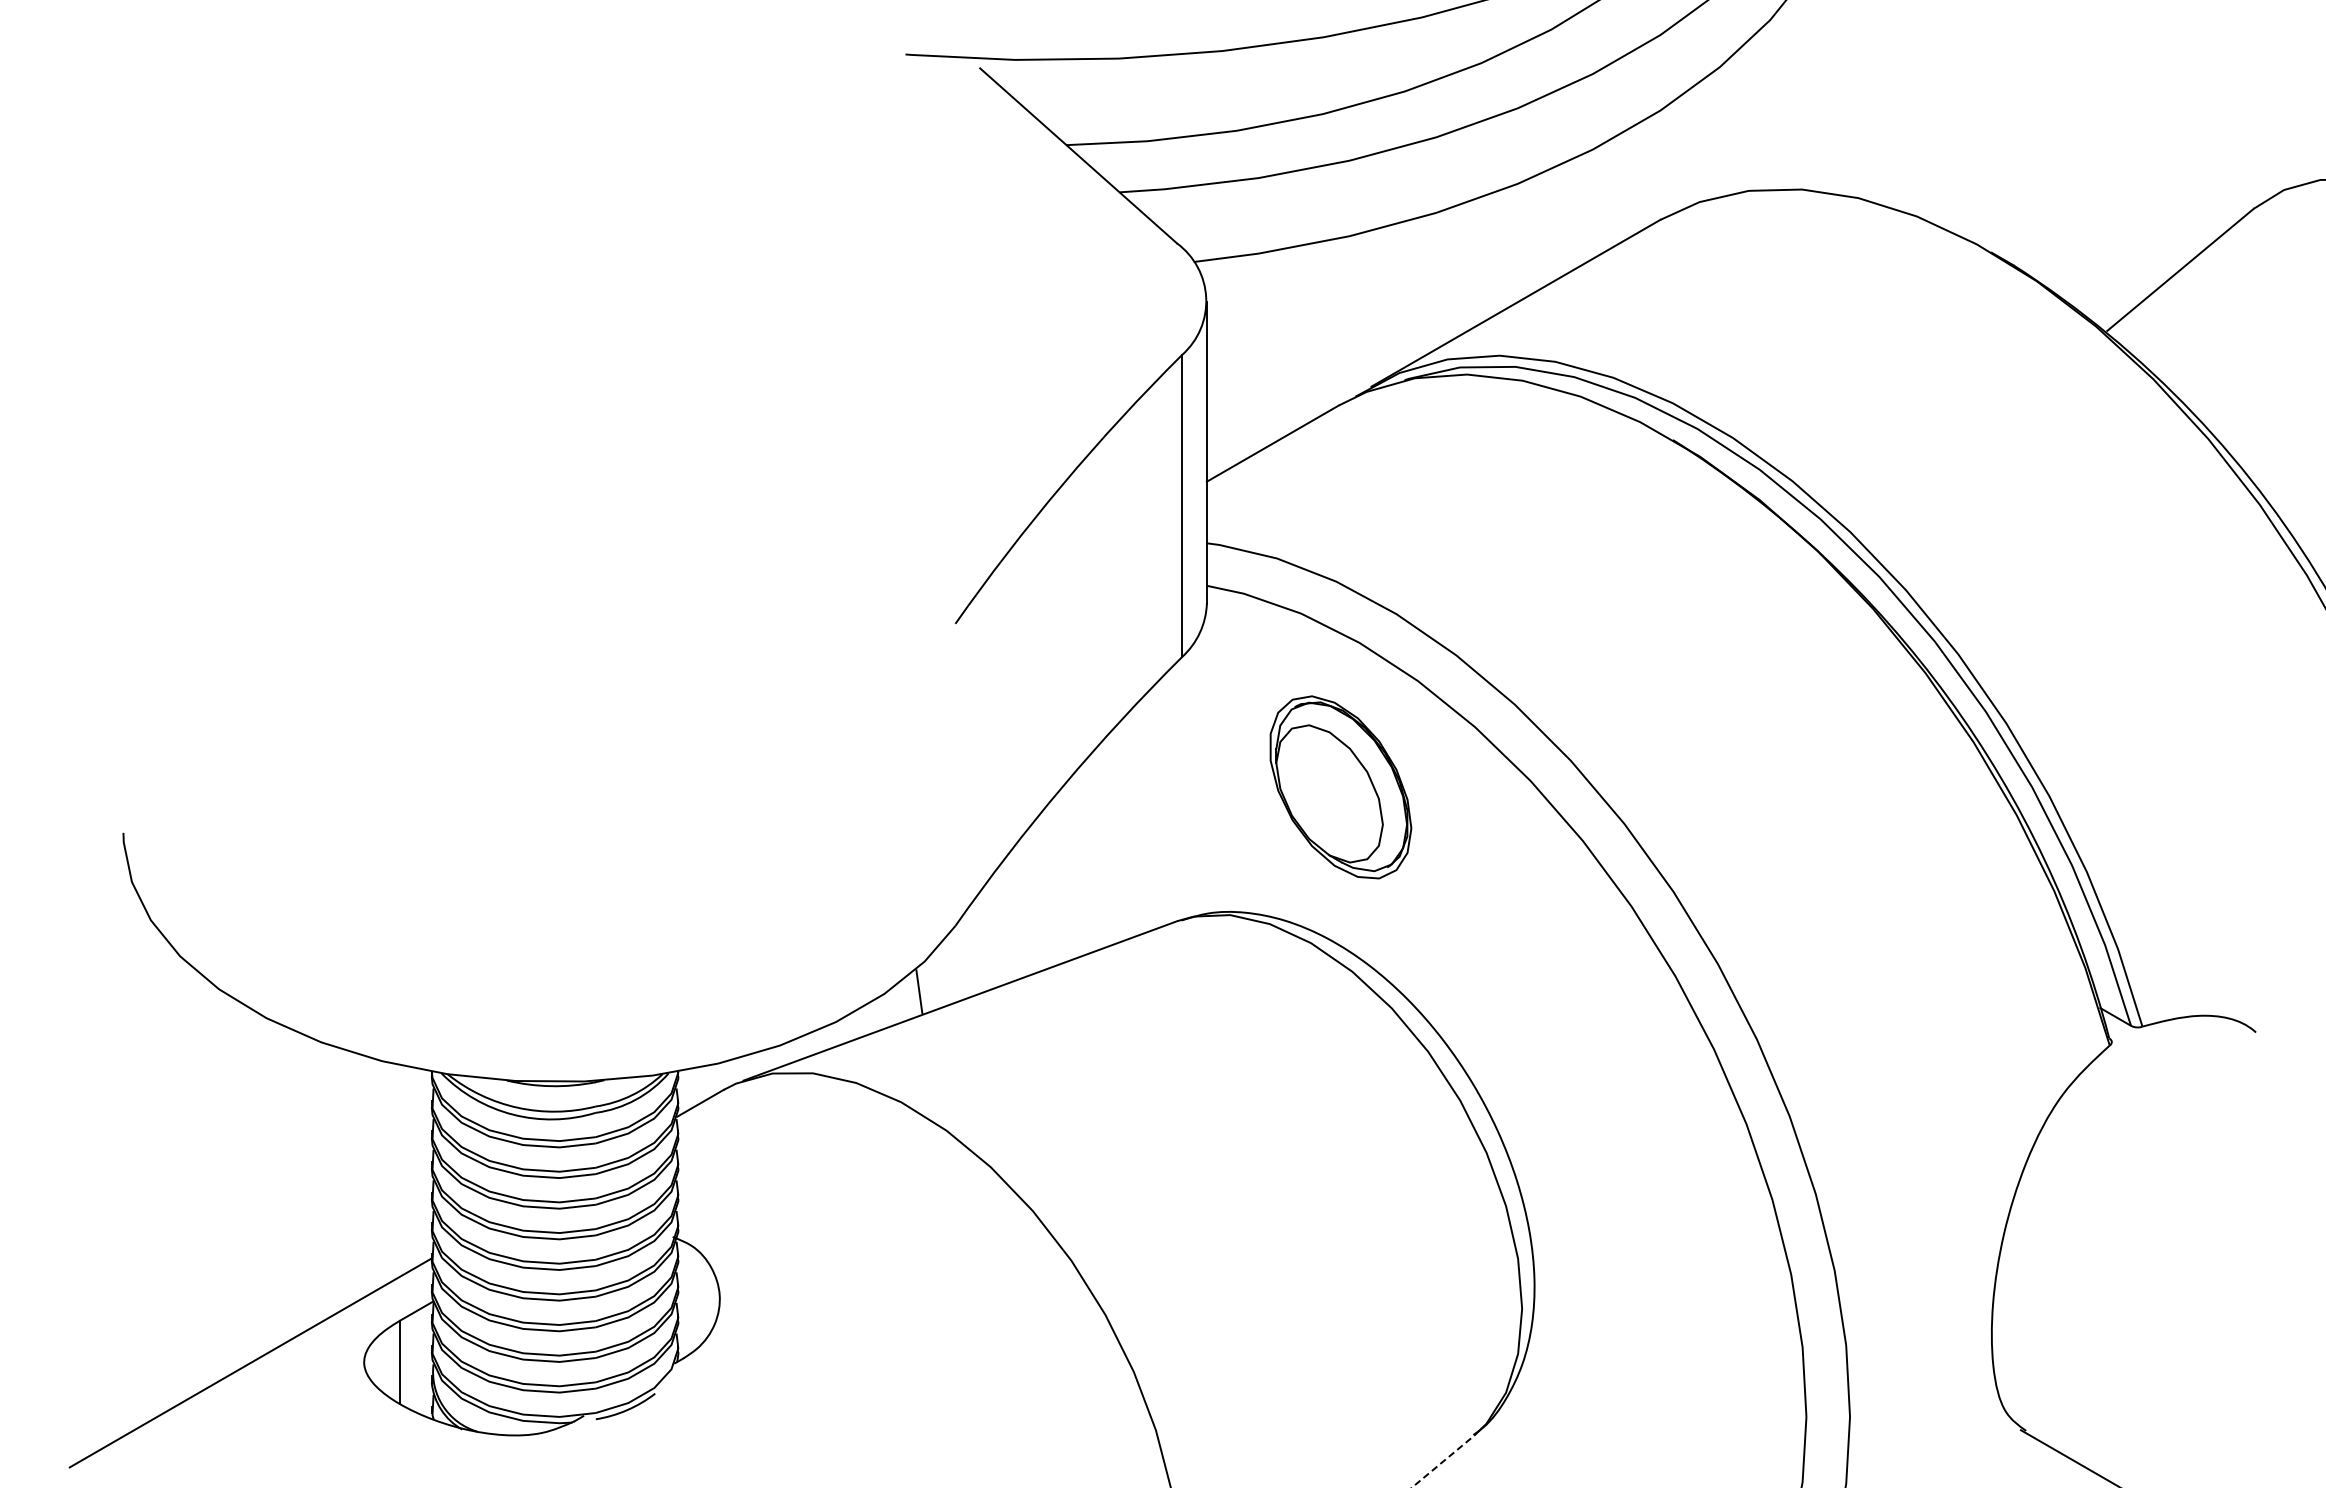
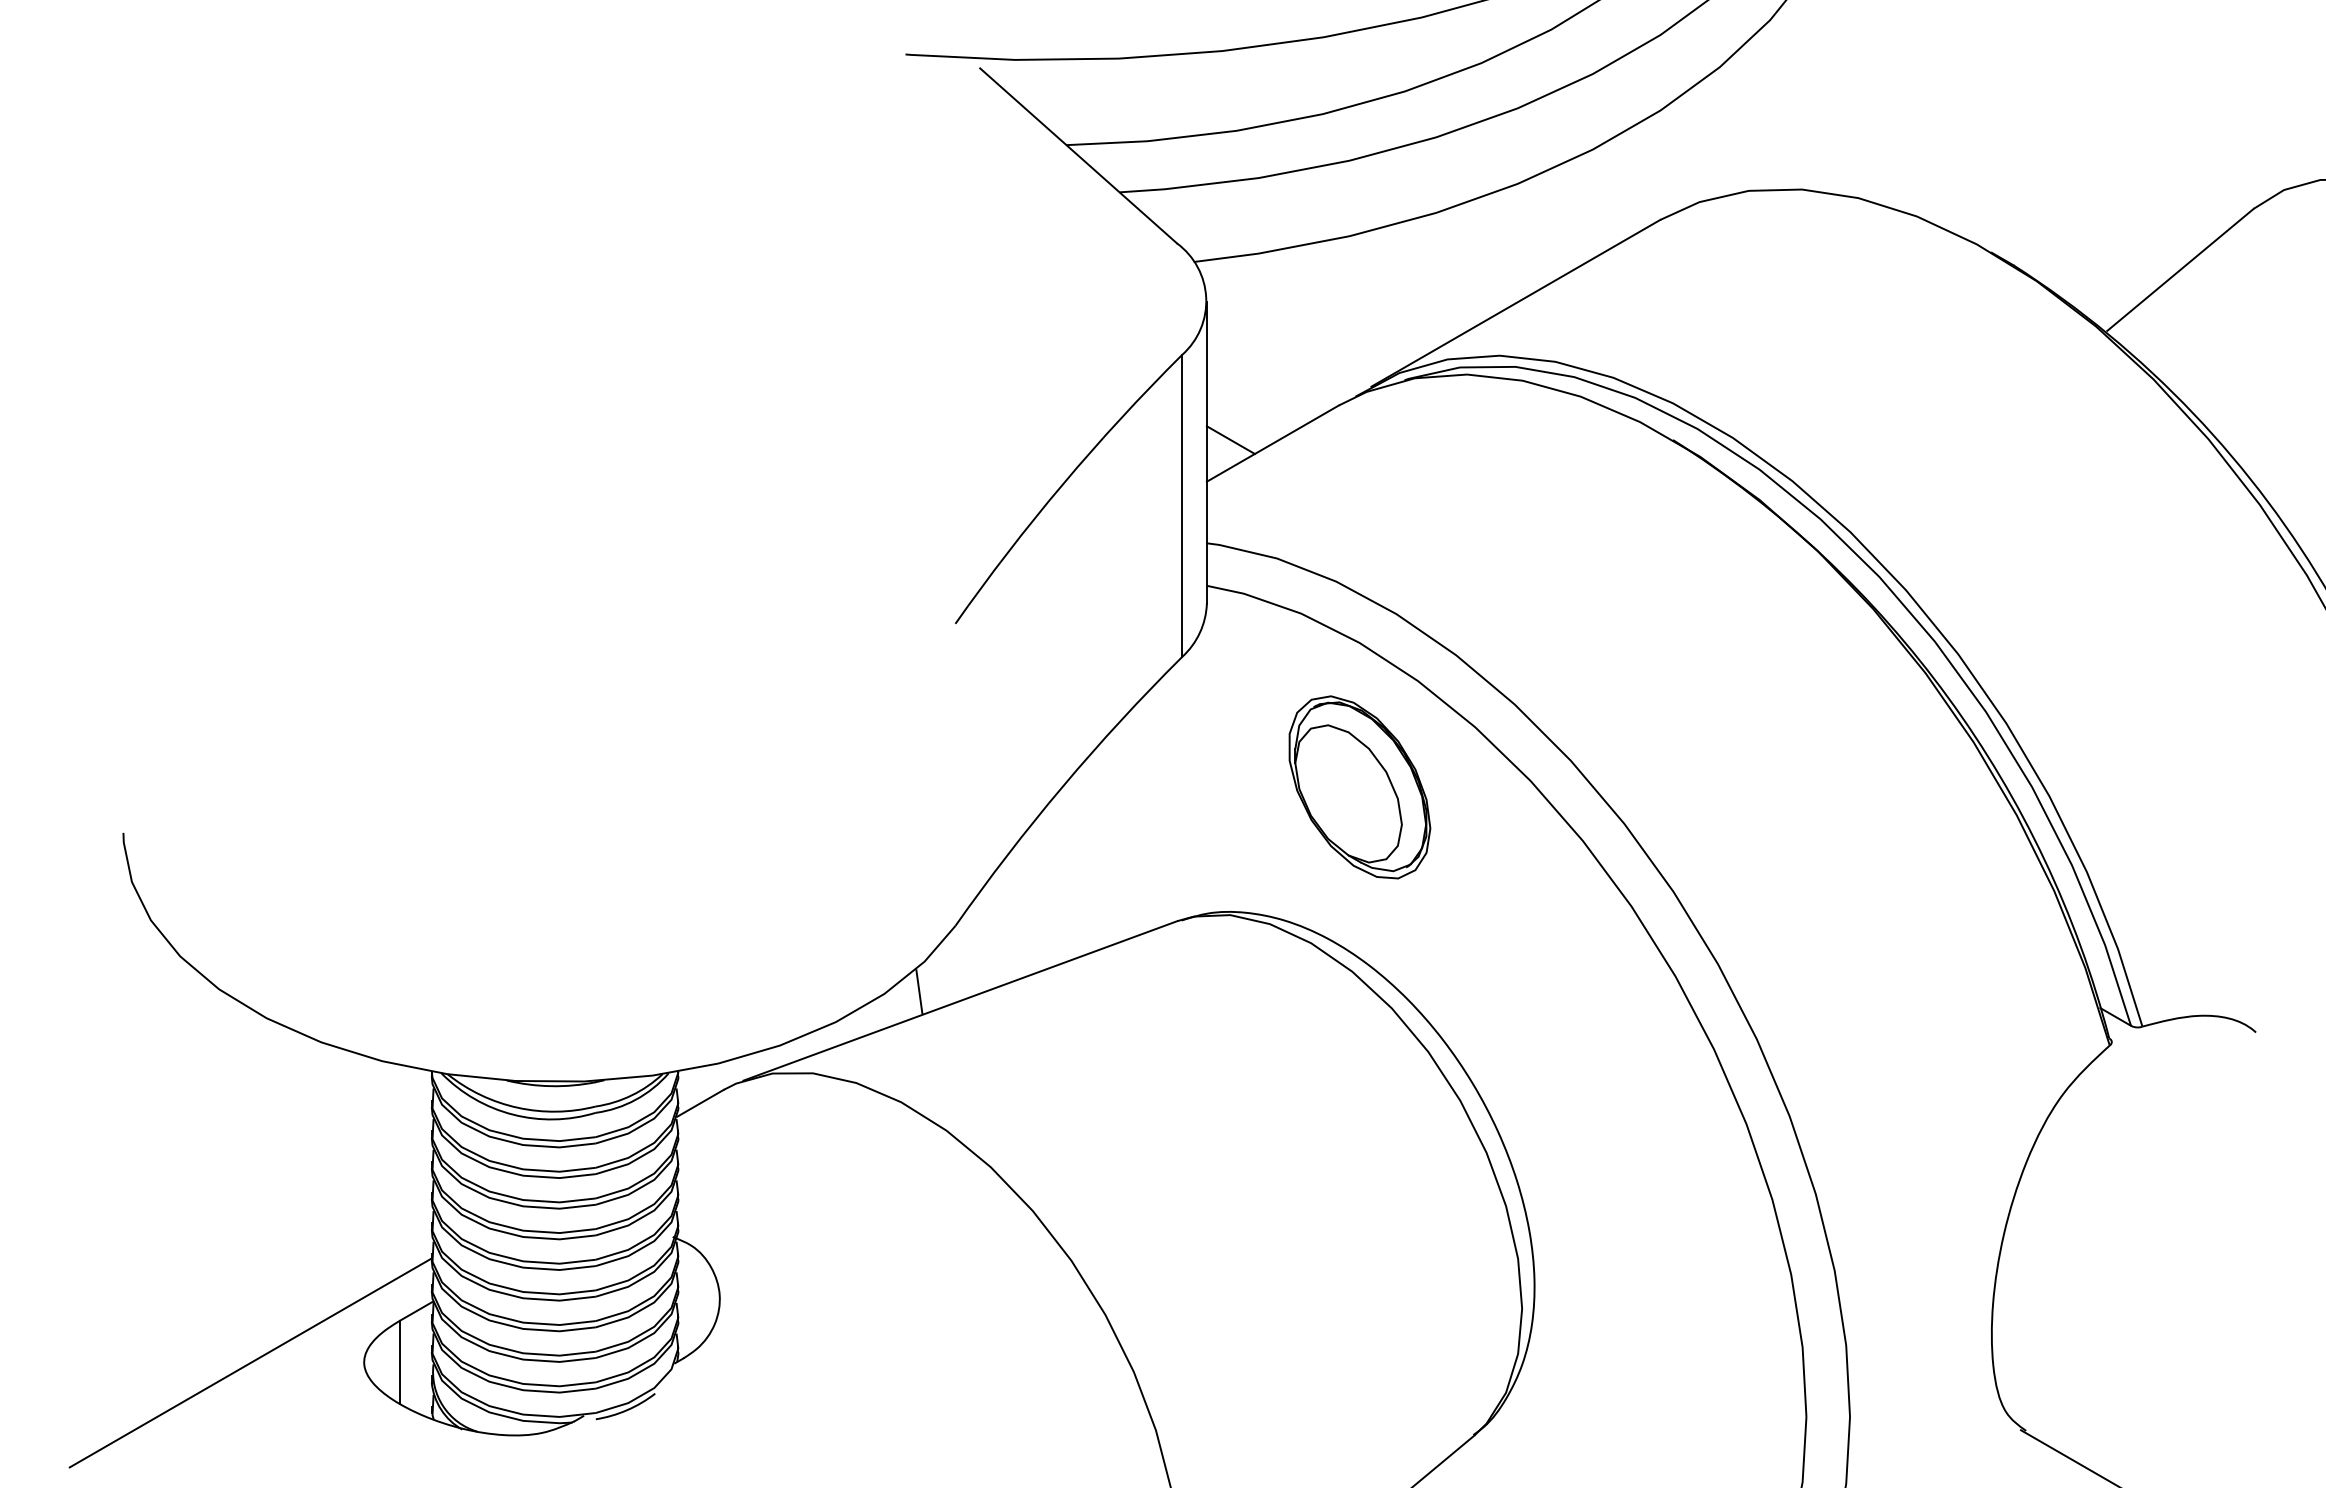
line at (1230, 439): none -> present
part at (1340, 787) position: (1340, 787) -> (1359, 787)
line at (1443, 1461): dashed -> solid
